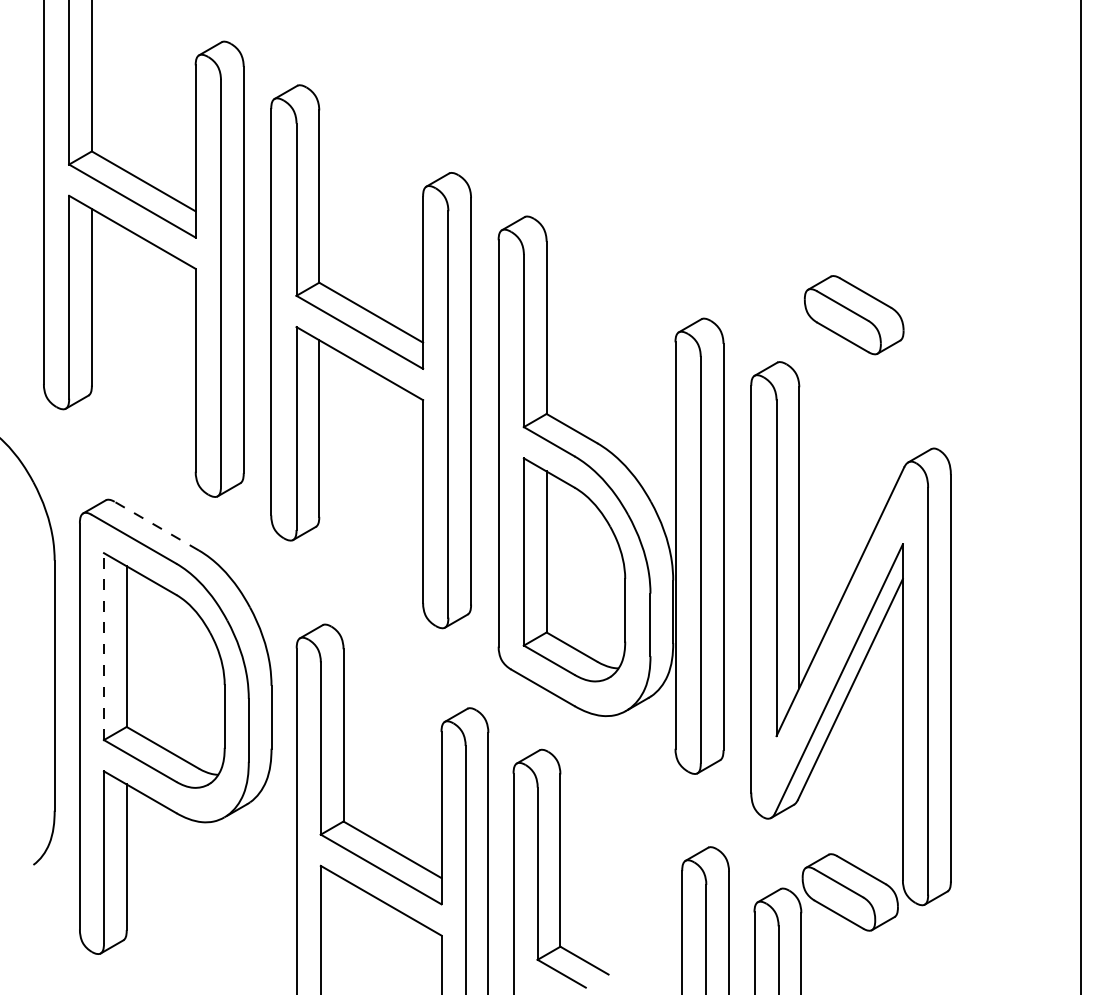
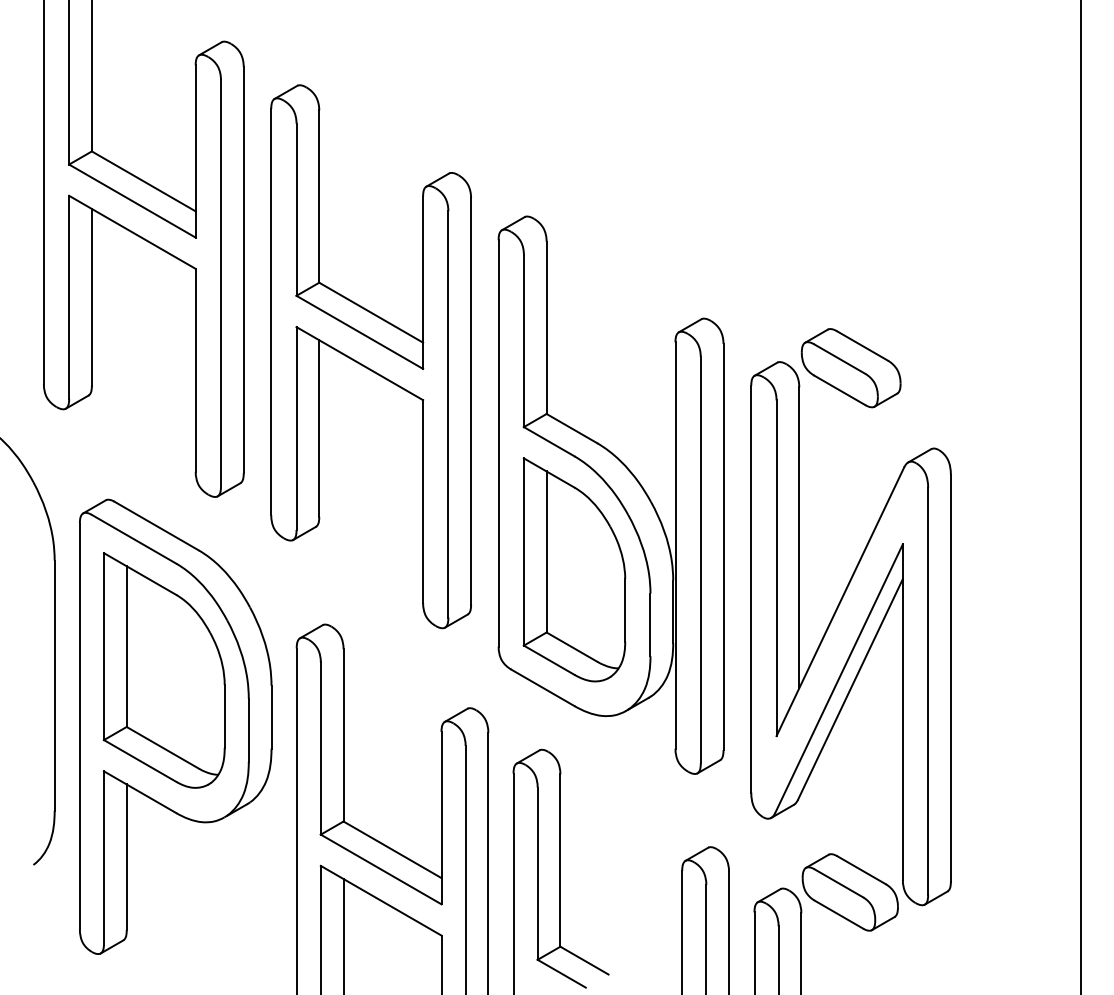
part at (853, 315) position: (853, 315) -> (850, 368)
line at (156, 526): dashed -> solid
line at (103, 646): dashed -> solid
line at (343, 935): none -> present
